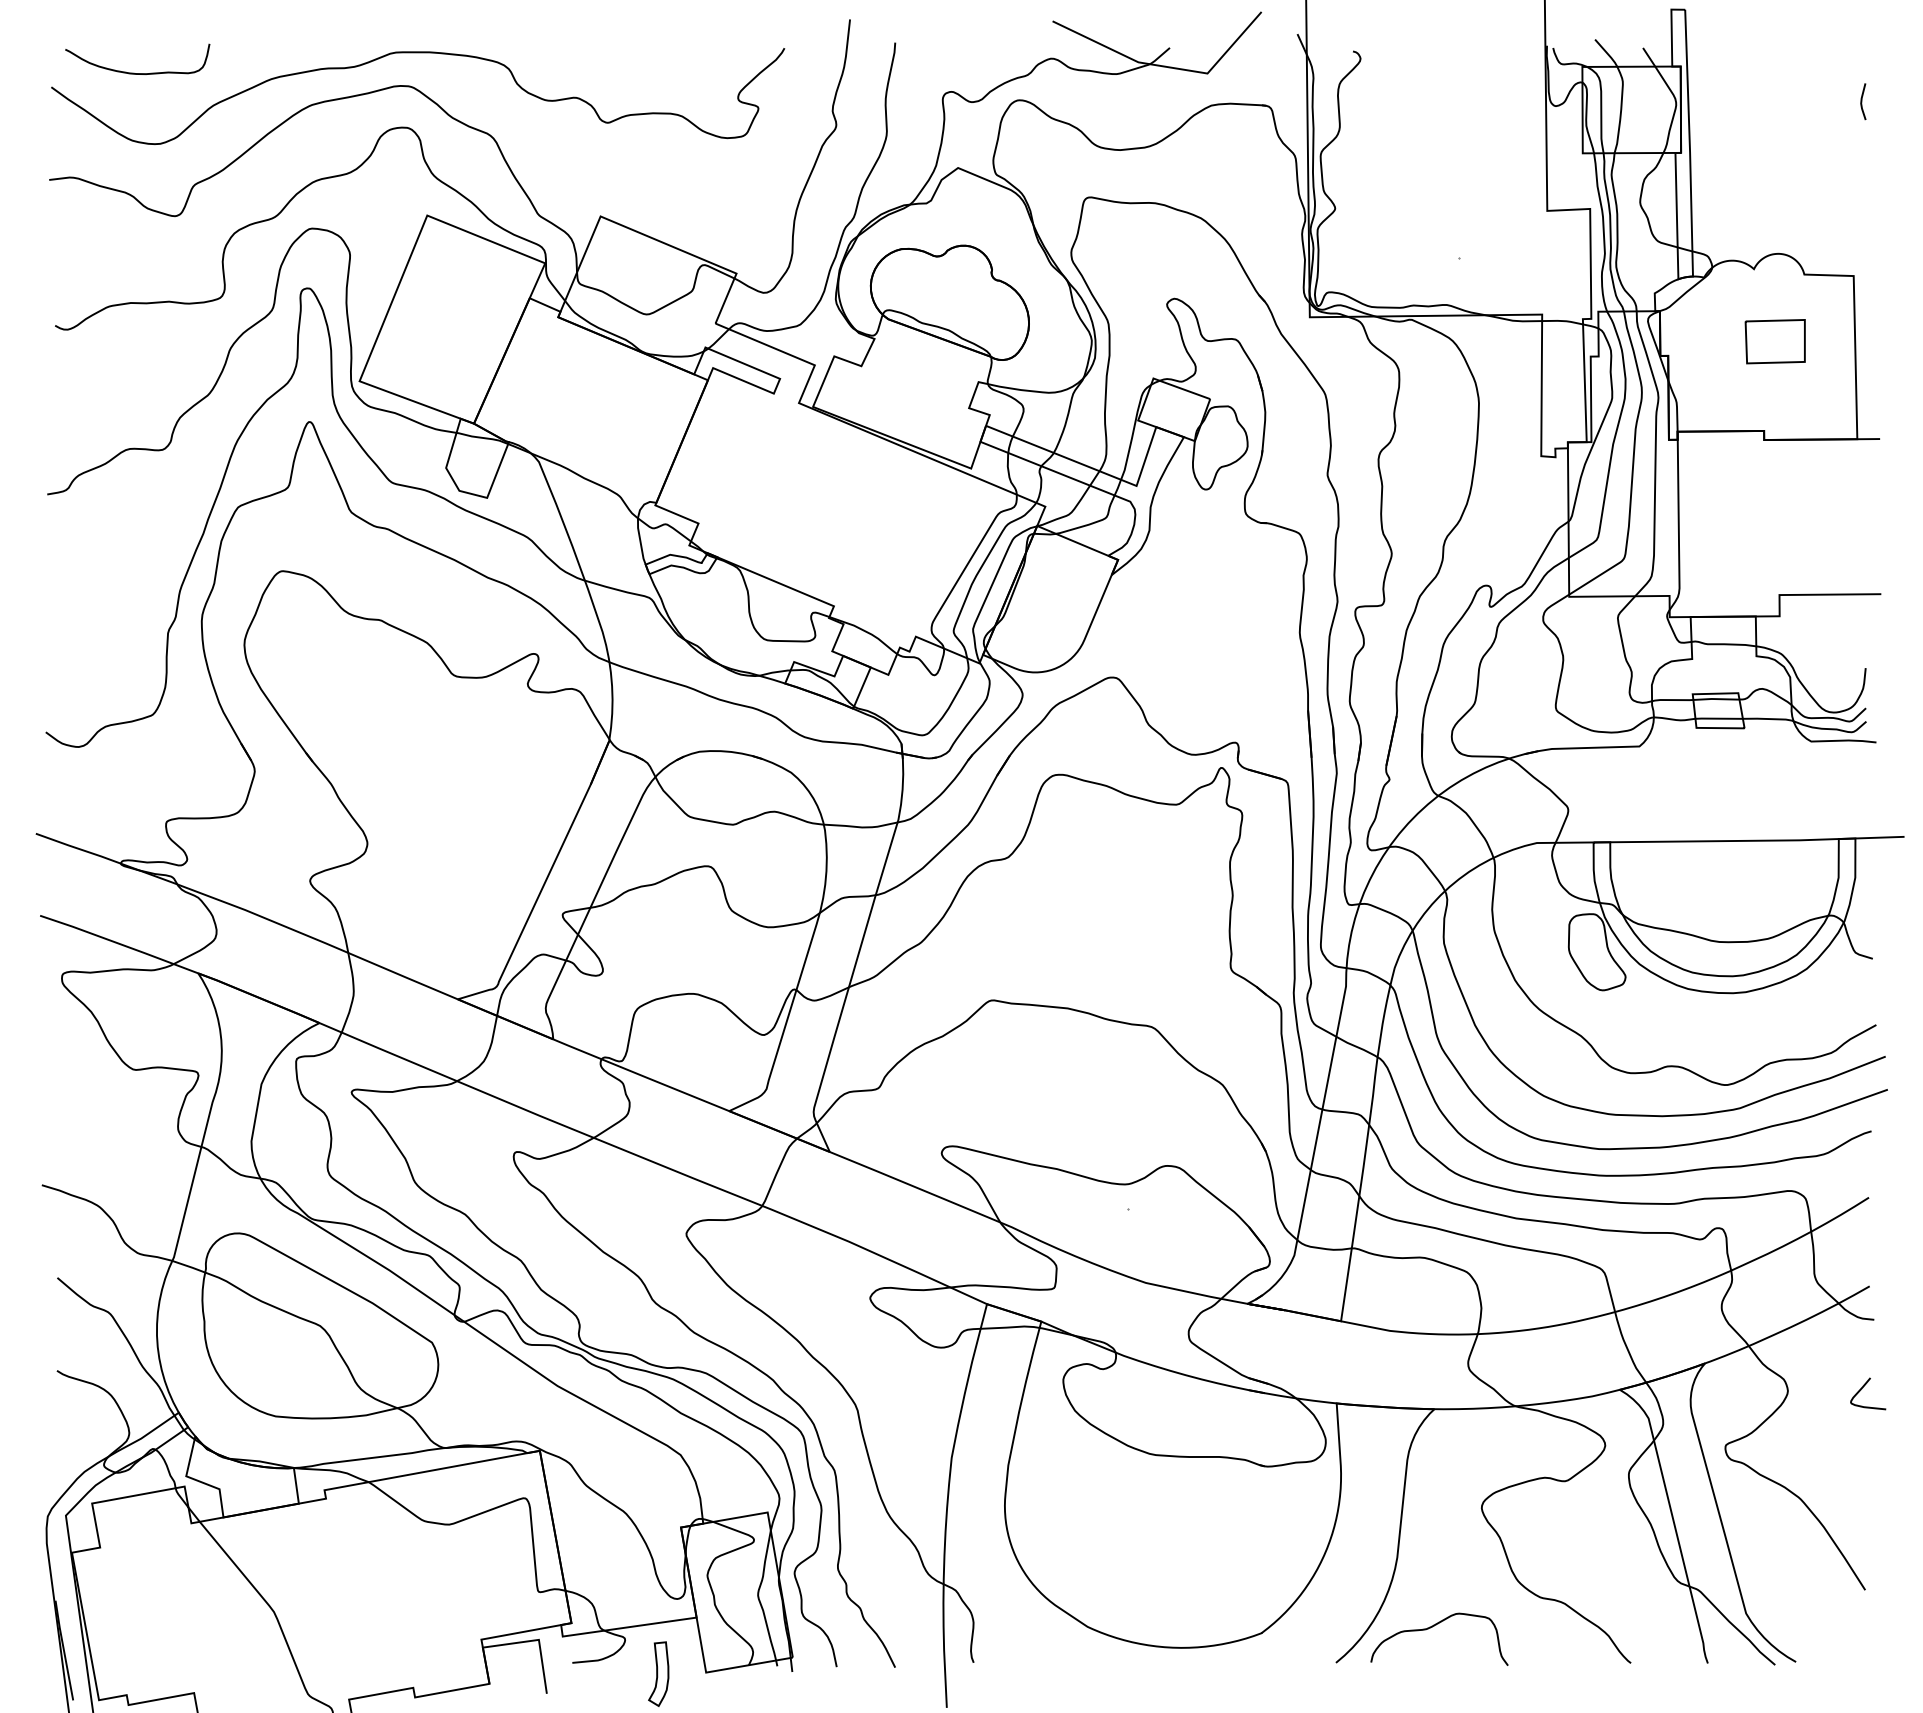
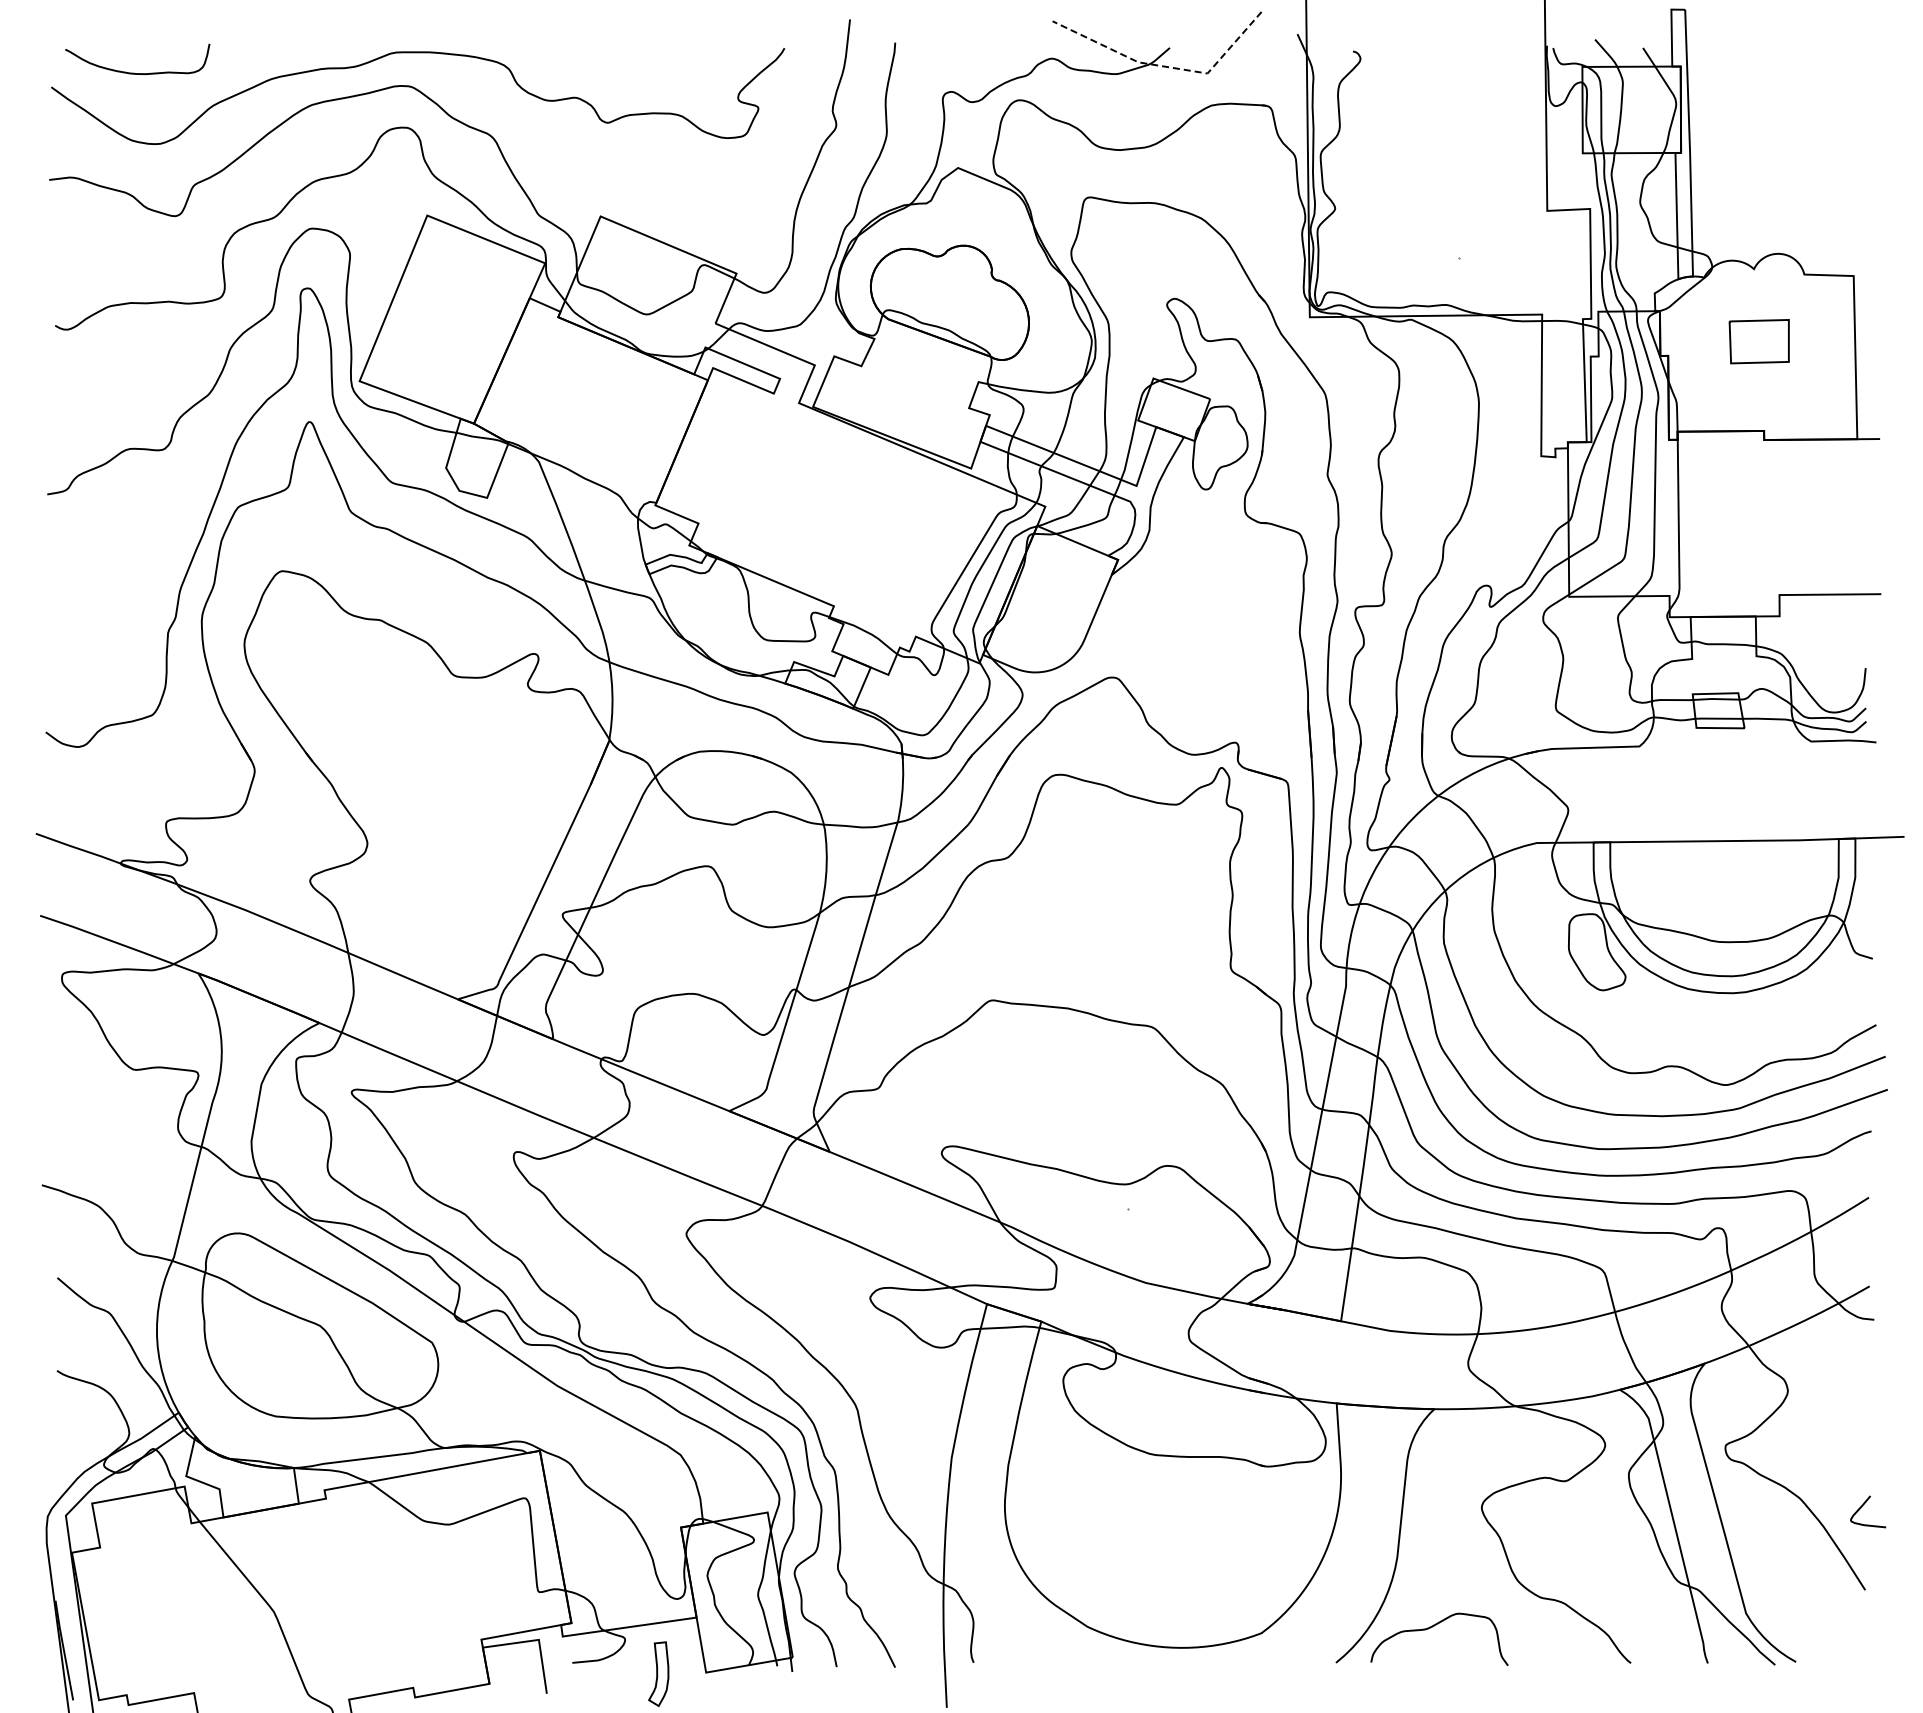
line at (1166, 66): solid -> dashed
line at (1862, 101): present -> none
part at (1774, 341) position: (1774, 341) -> (1758, 341)
curve at (1861, 1390) position: (1861, 1390) -> (1861, 1508)
